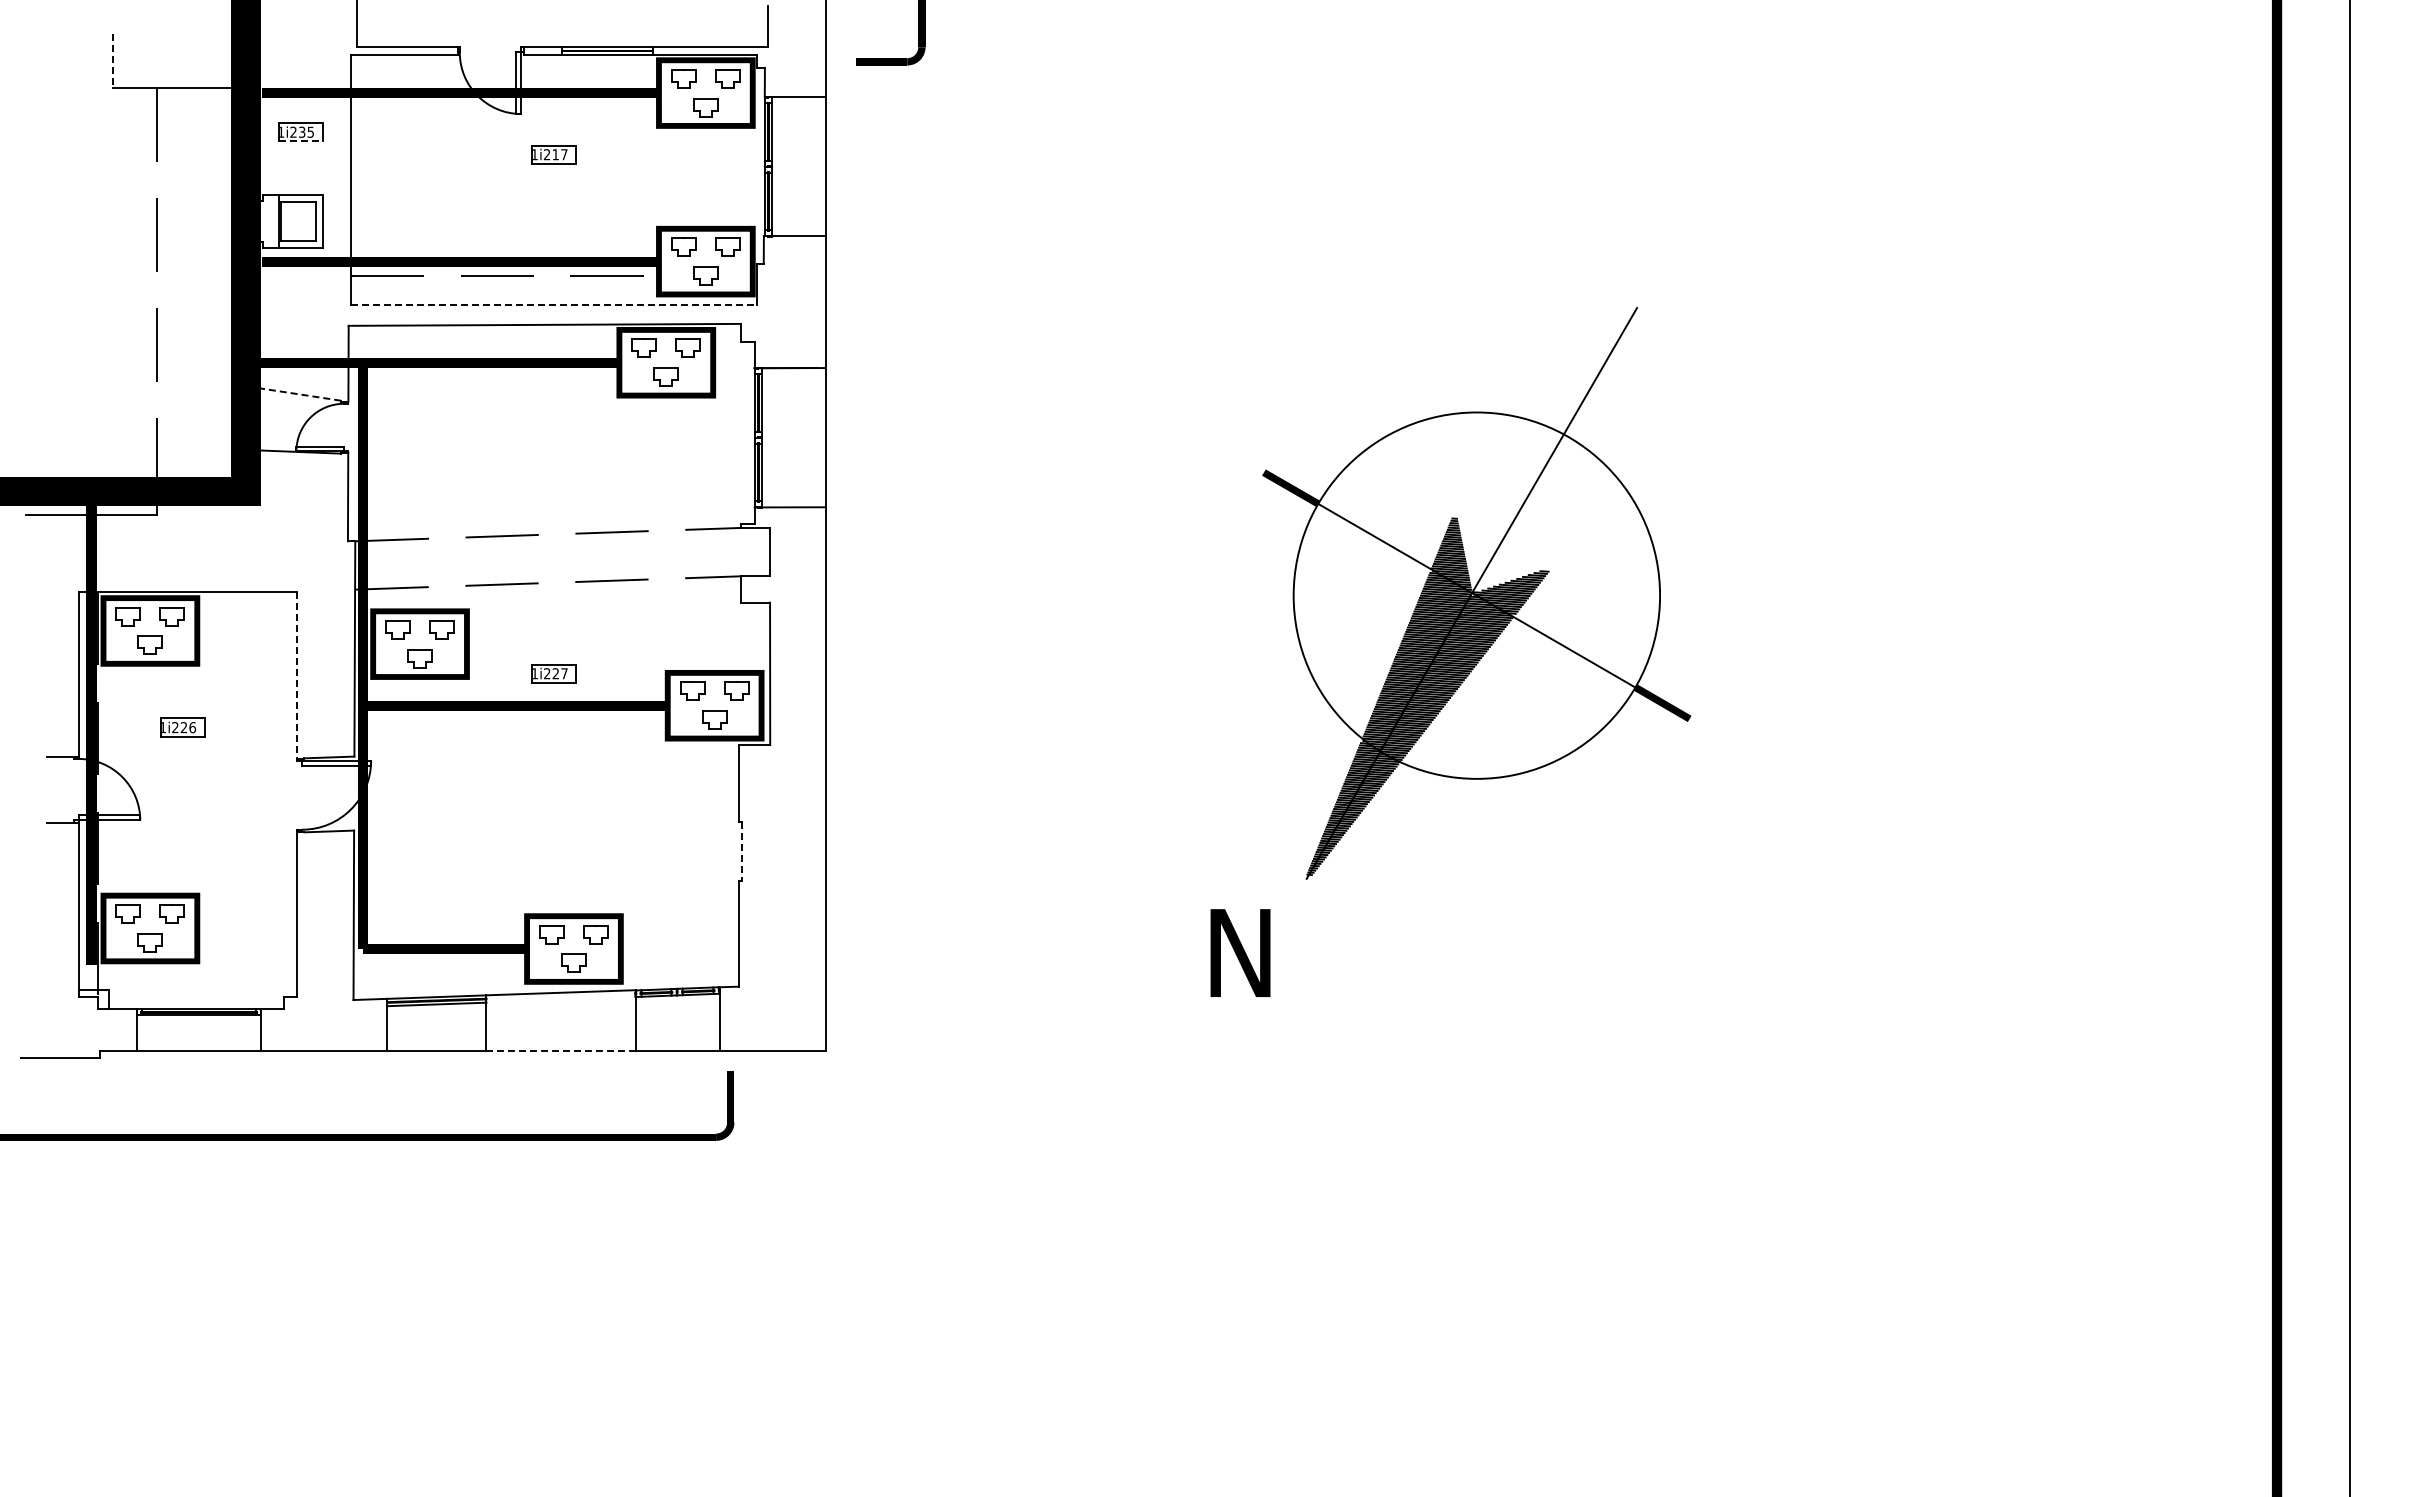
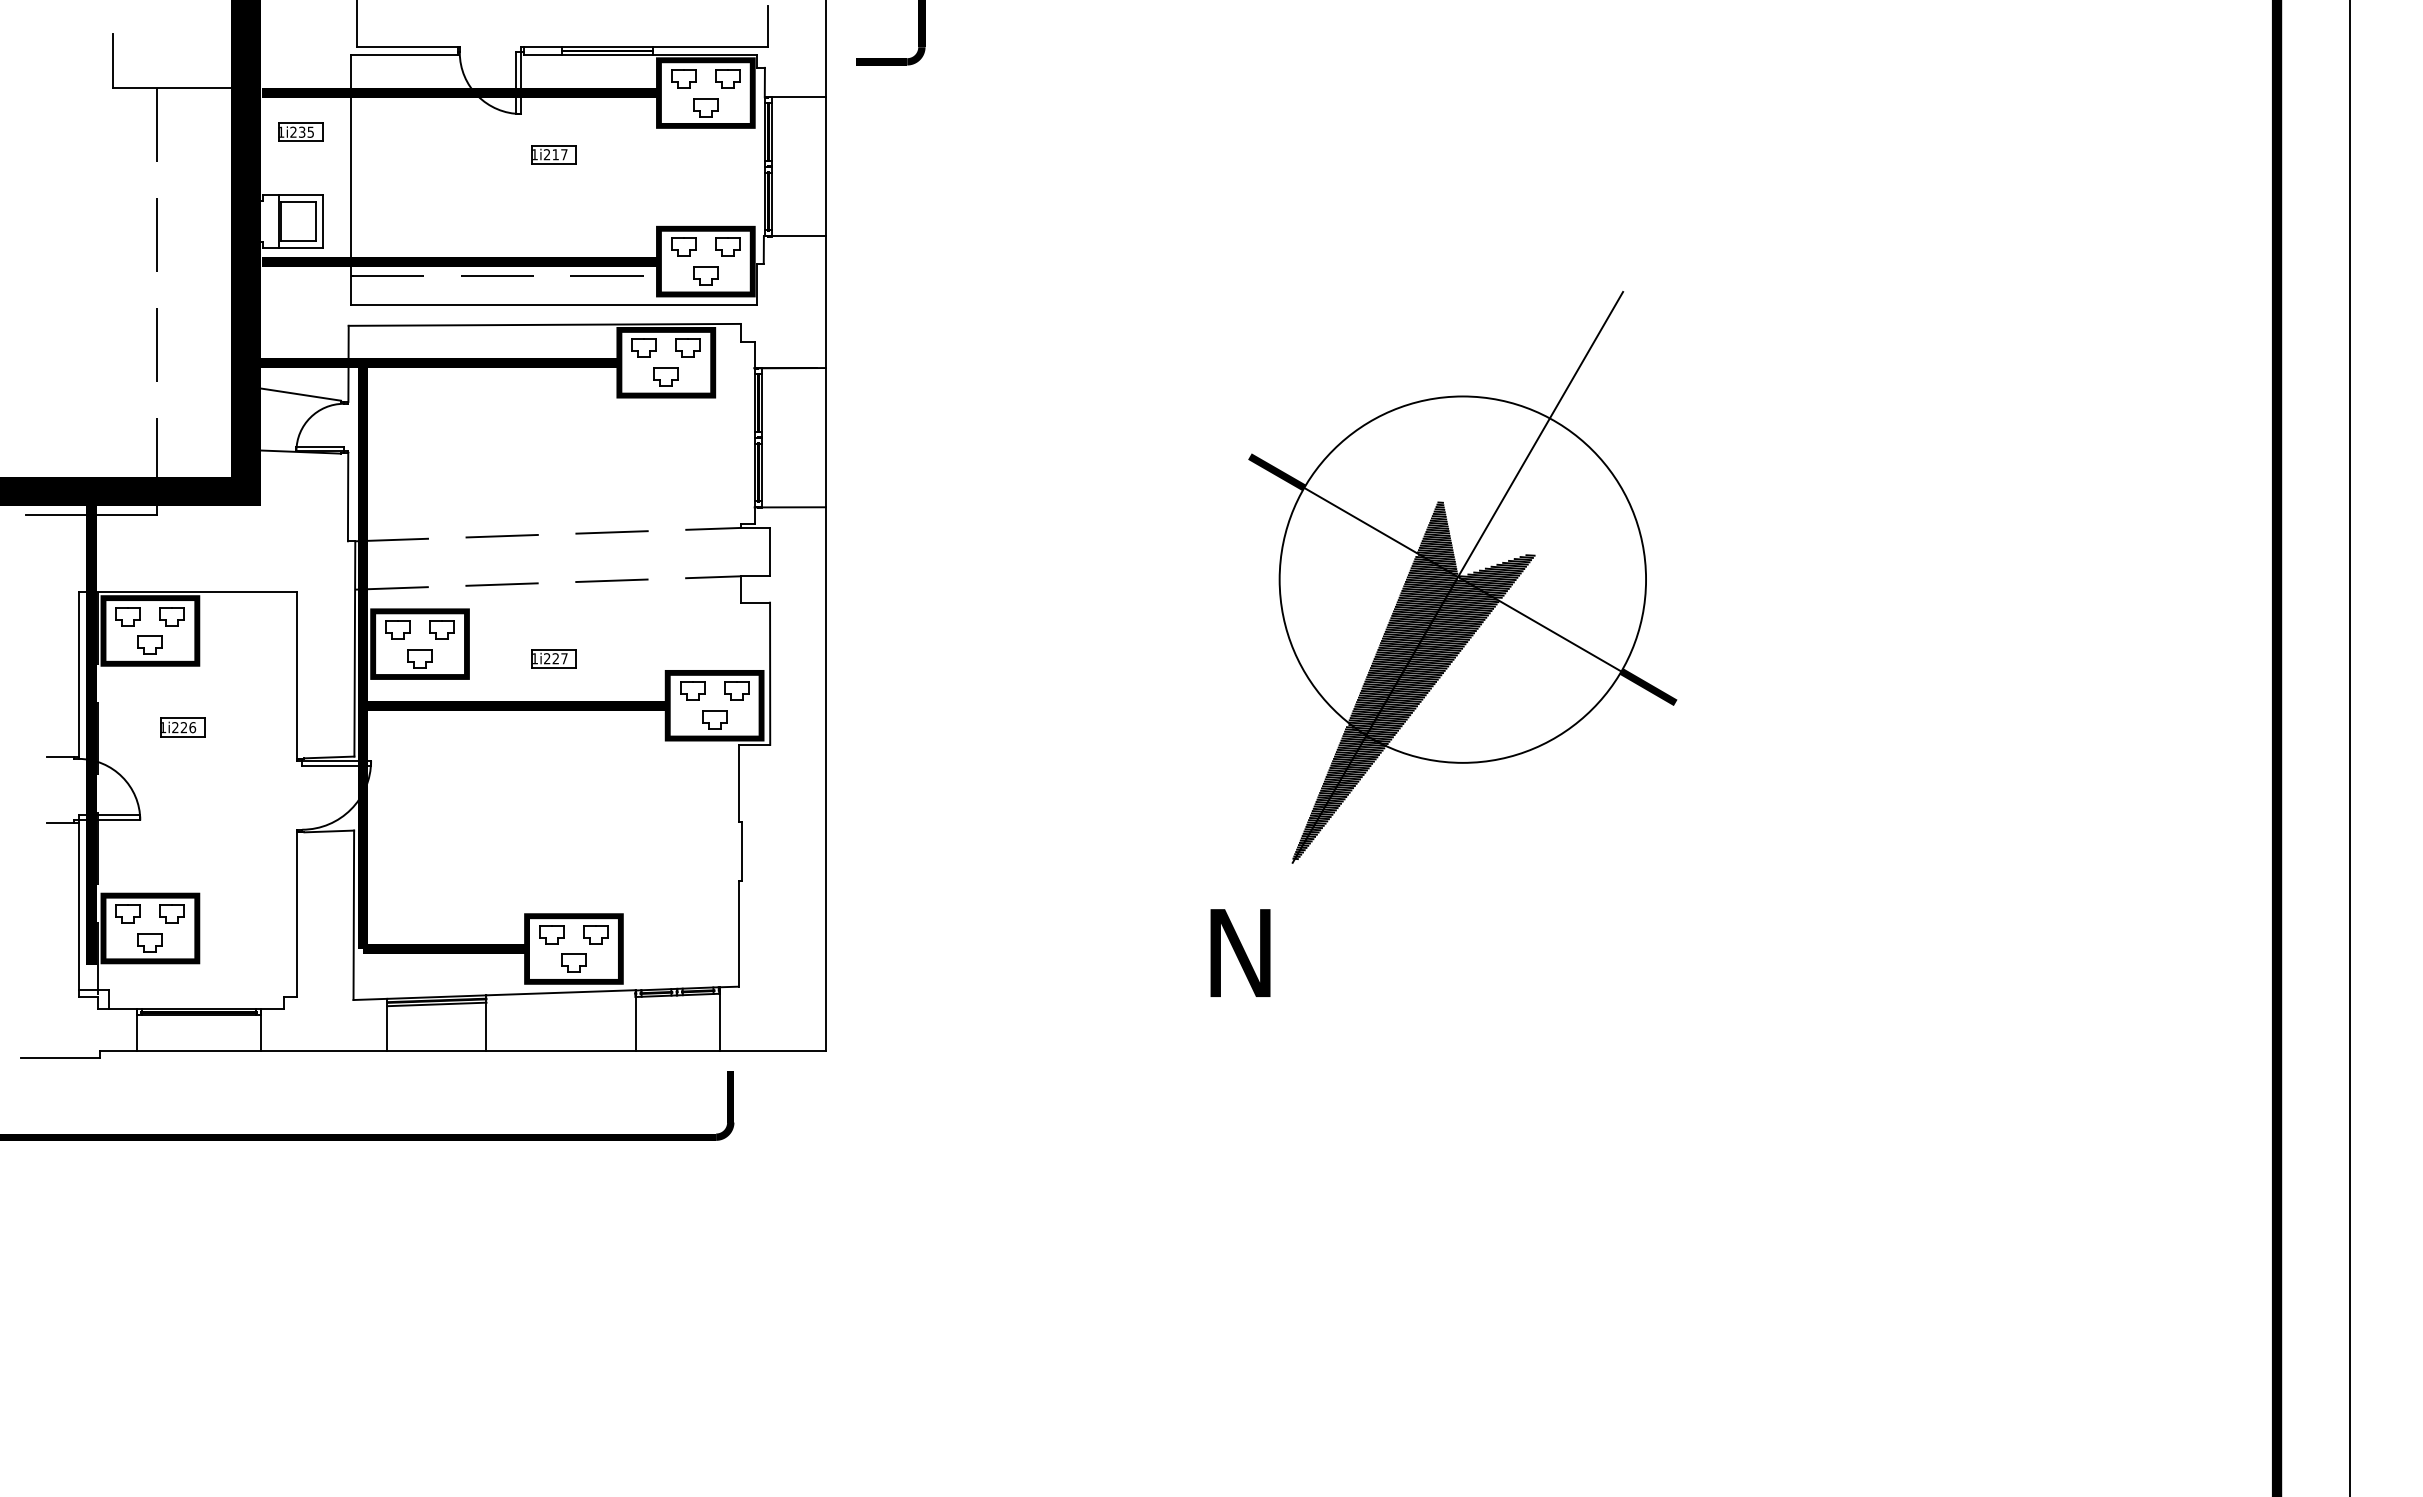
line at (113, 61): dashed -> solid
line at (300, 141): dashed -> solid
line at (553, 304): dashed -> solid
line at (299, 394): dashed -> solid
part at (1476, 593) position: (1476, 593) -> (1462, 577)
part at (553, 673) position: (553, 673) -> (553, 658)
line at (297, 675): dashed -> solid
line at (742, 851): dashed -> solid
line at (560, 1050): dashed -> solid
